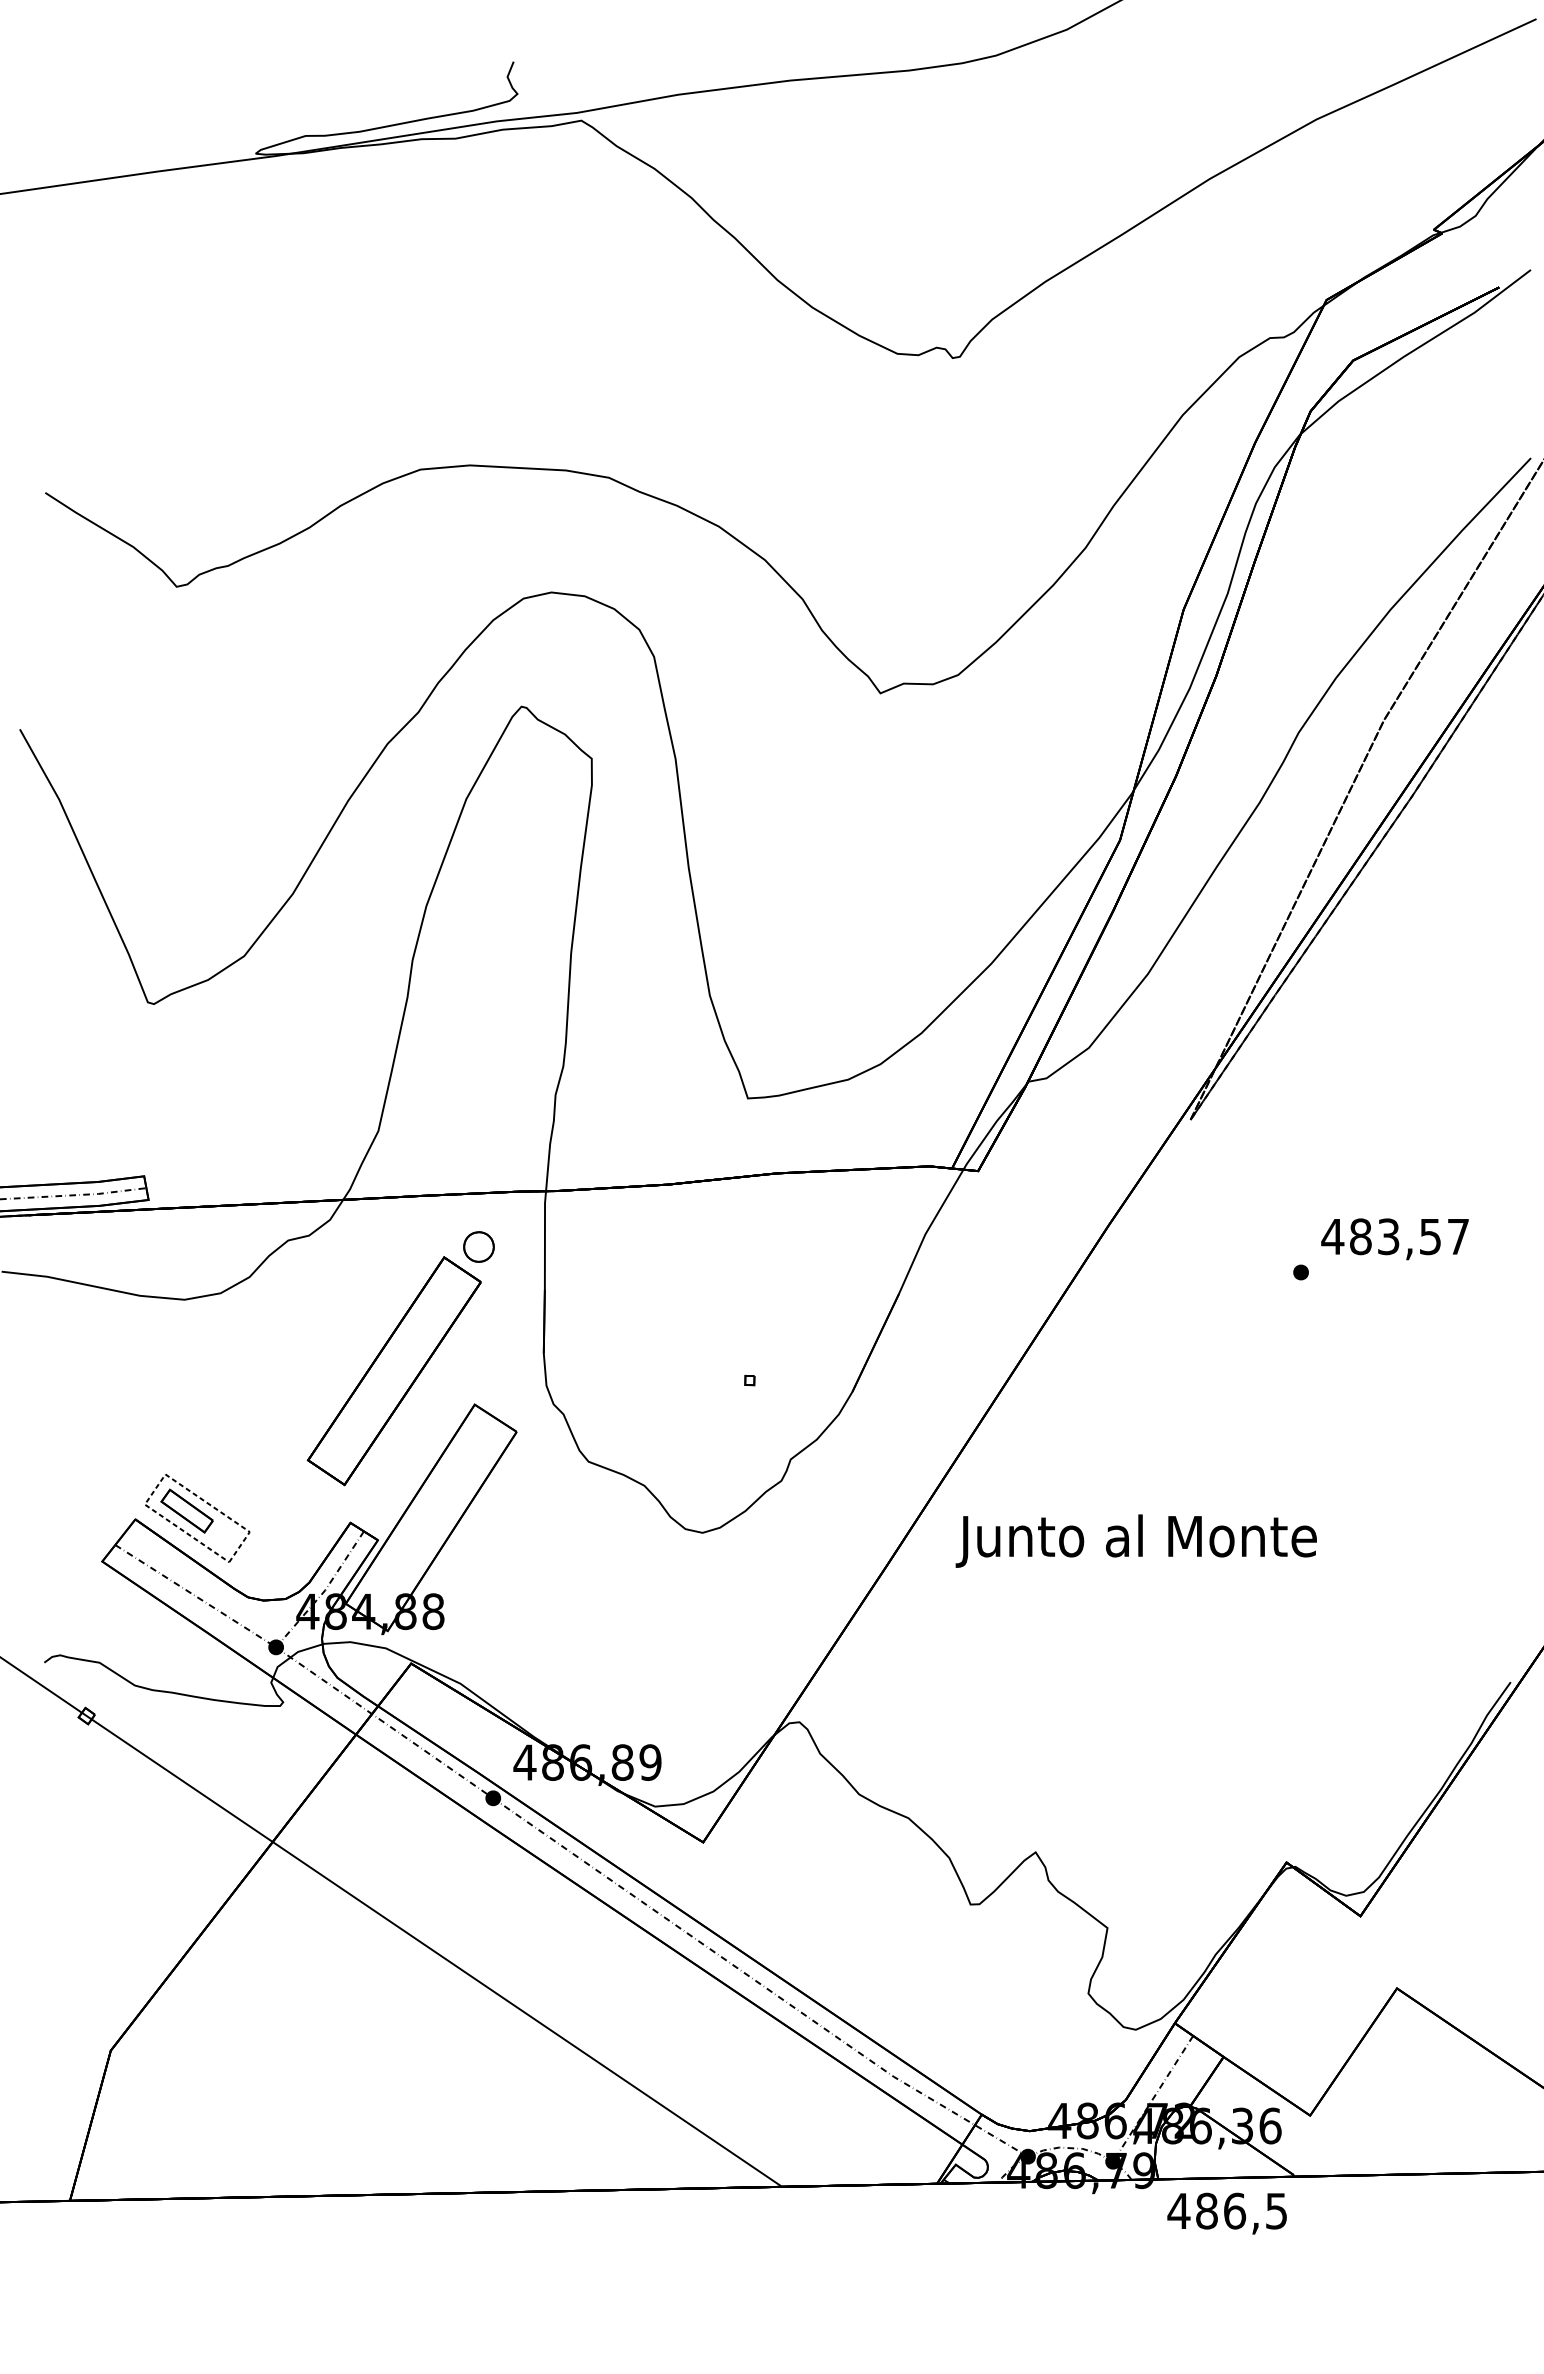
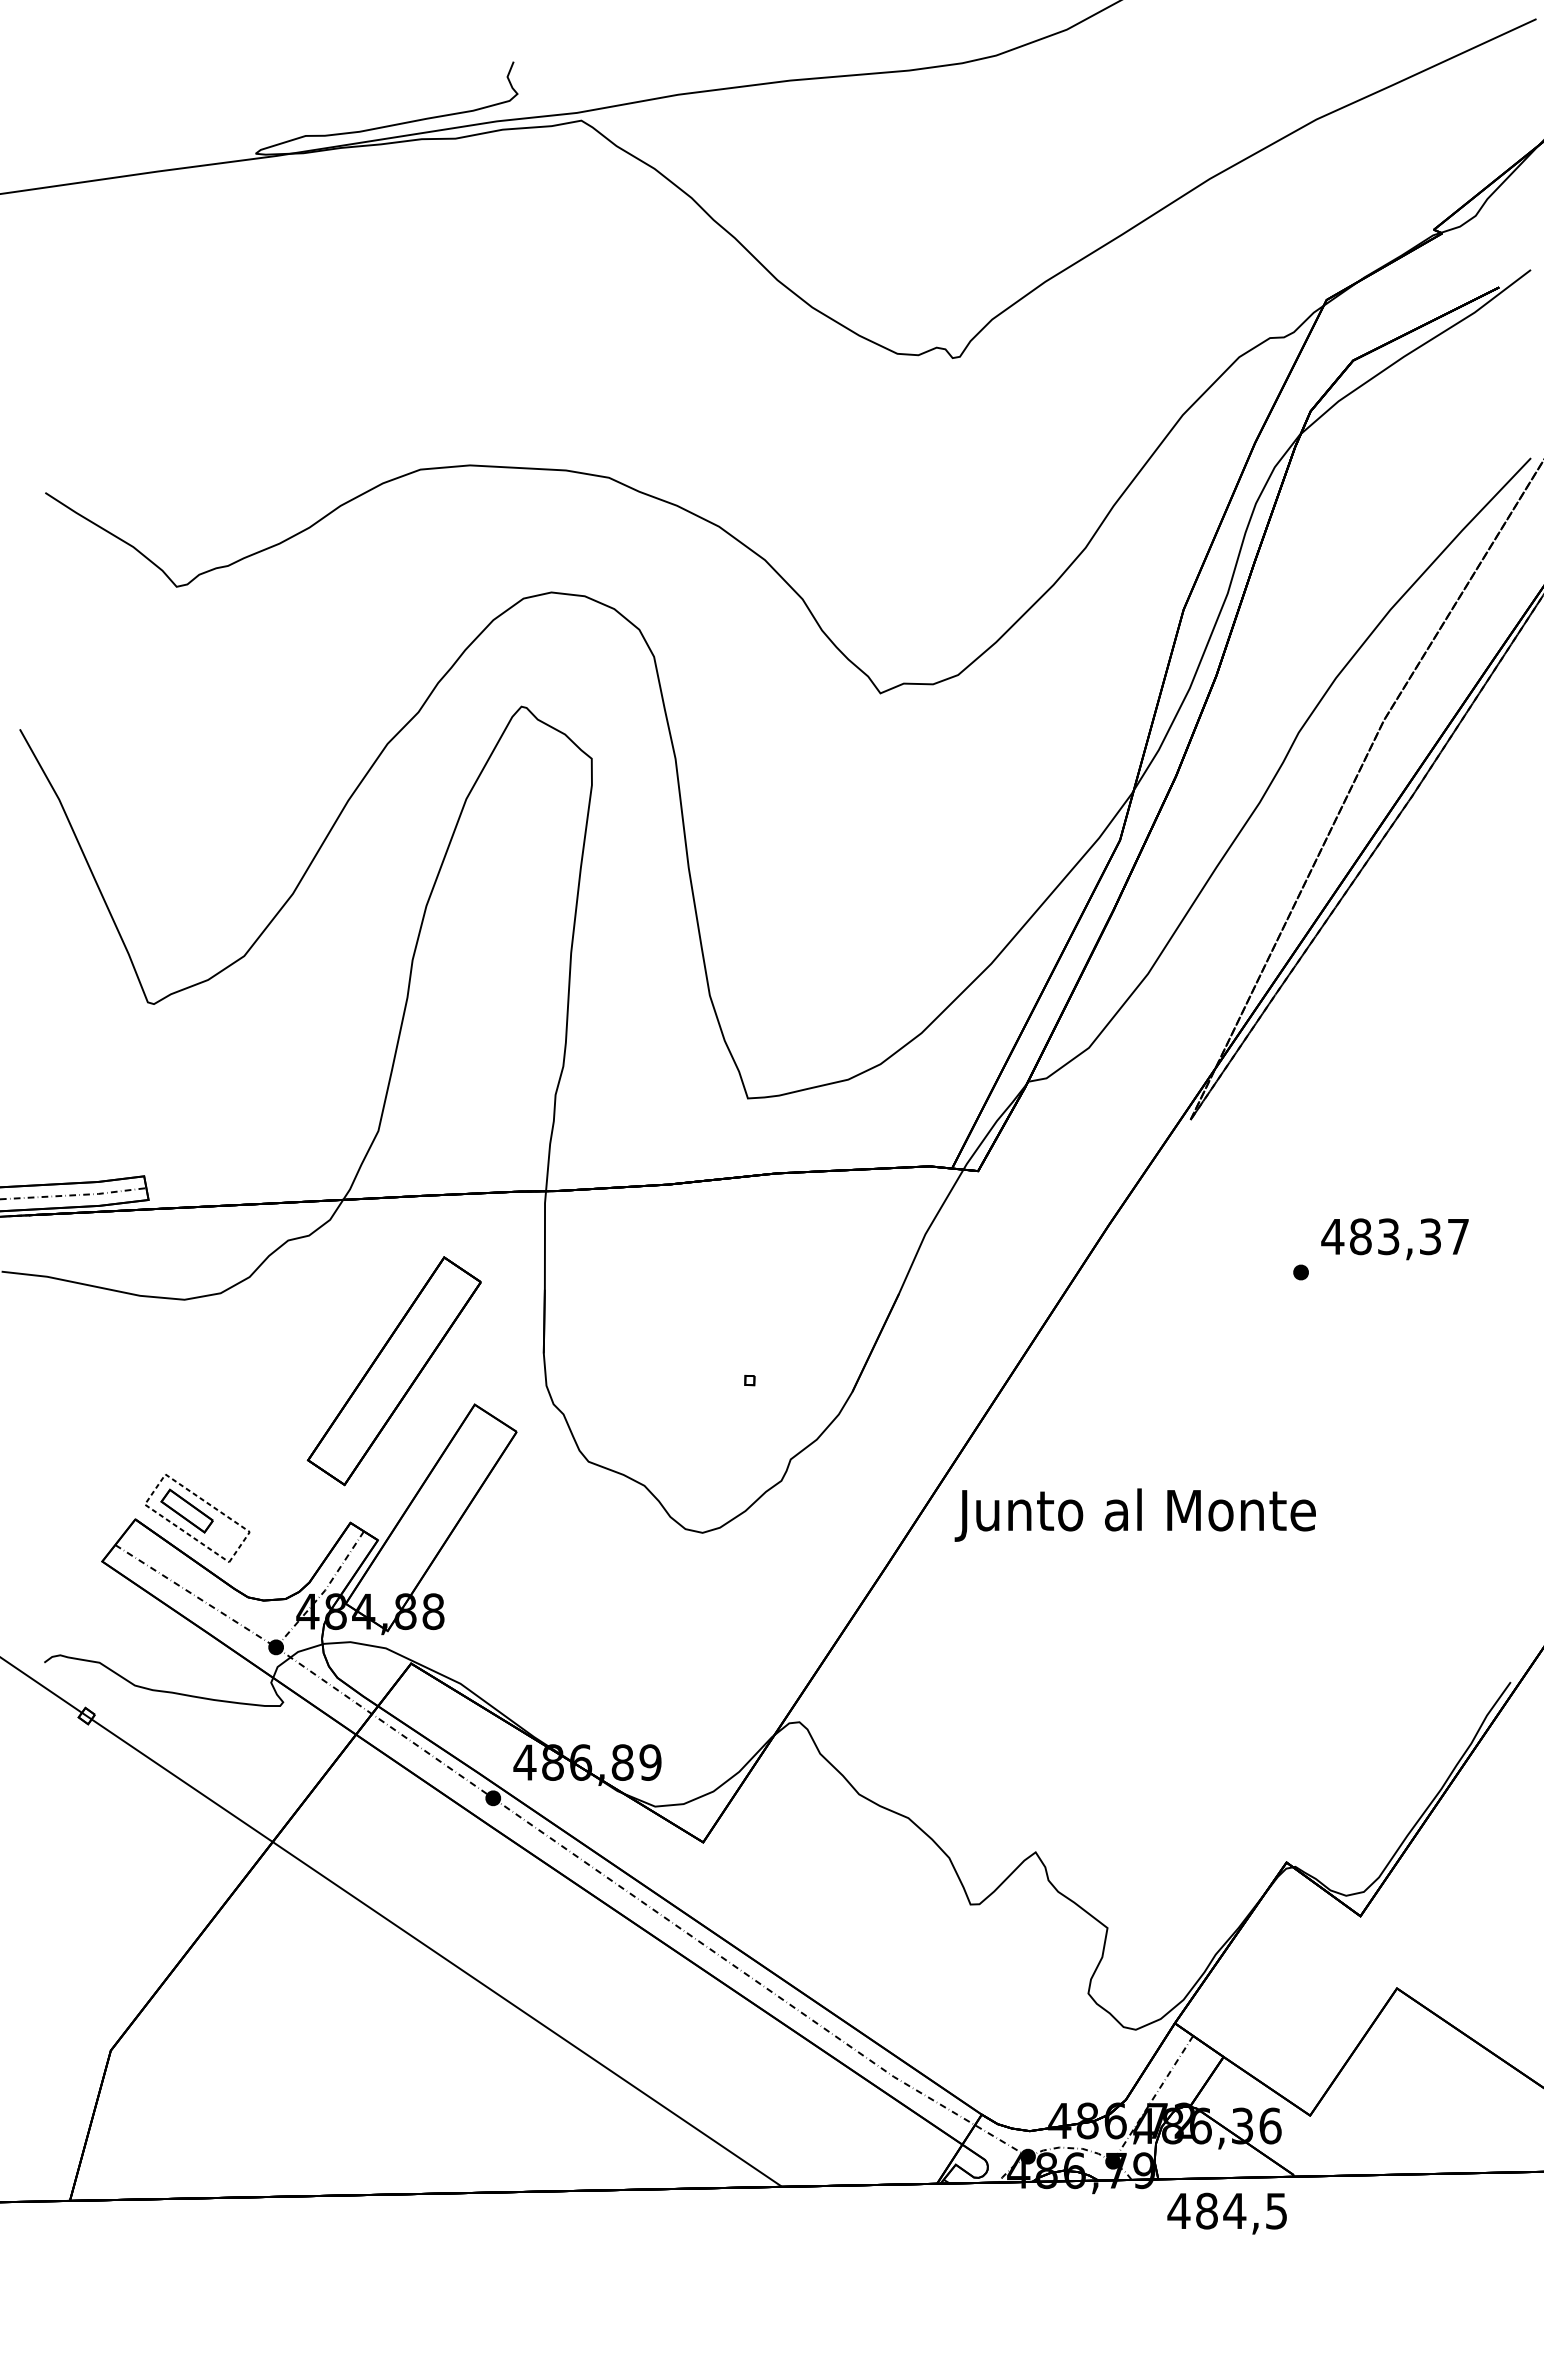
text at (1430, 1236): 483,57 -> 483,37
part at (478, 1246): present -> none
text at (1135, 1540) position: (1135, 1540) -> (1134, 1514)
text at (1234, 2210): 486,5 -> 484,5
